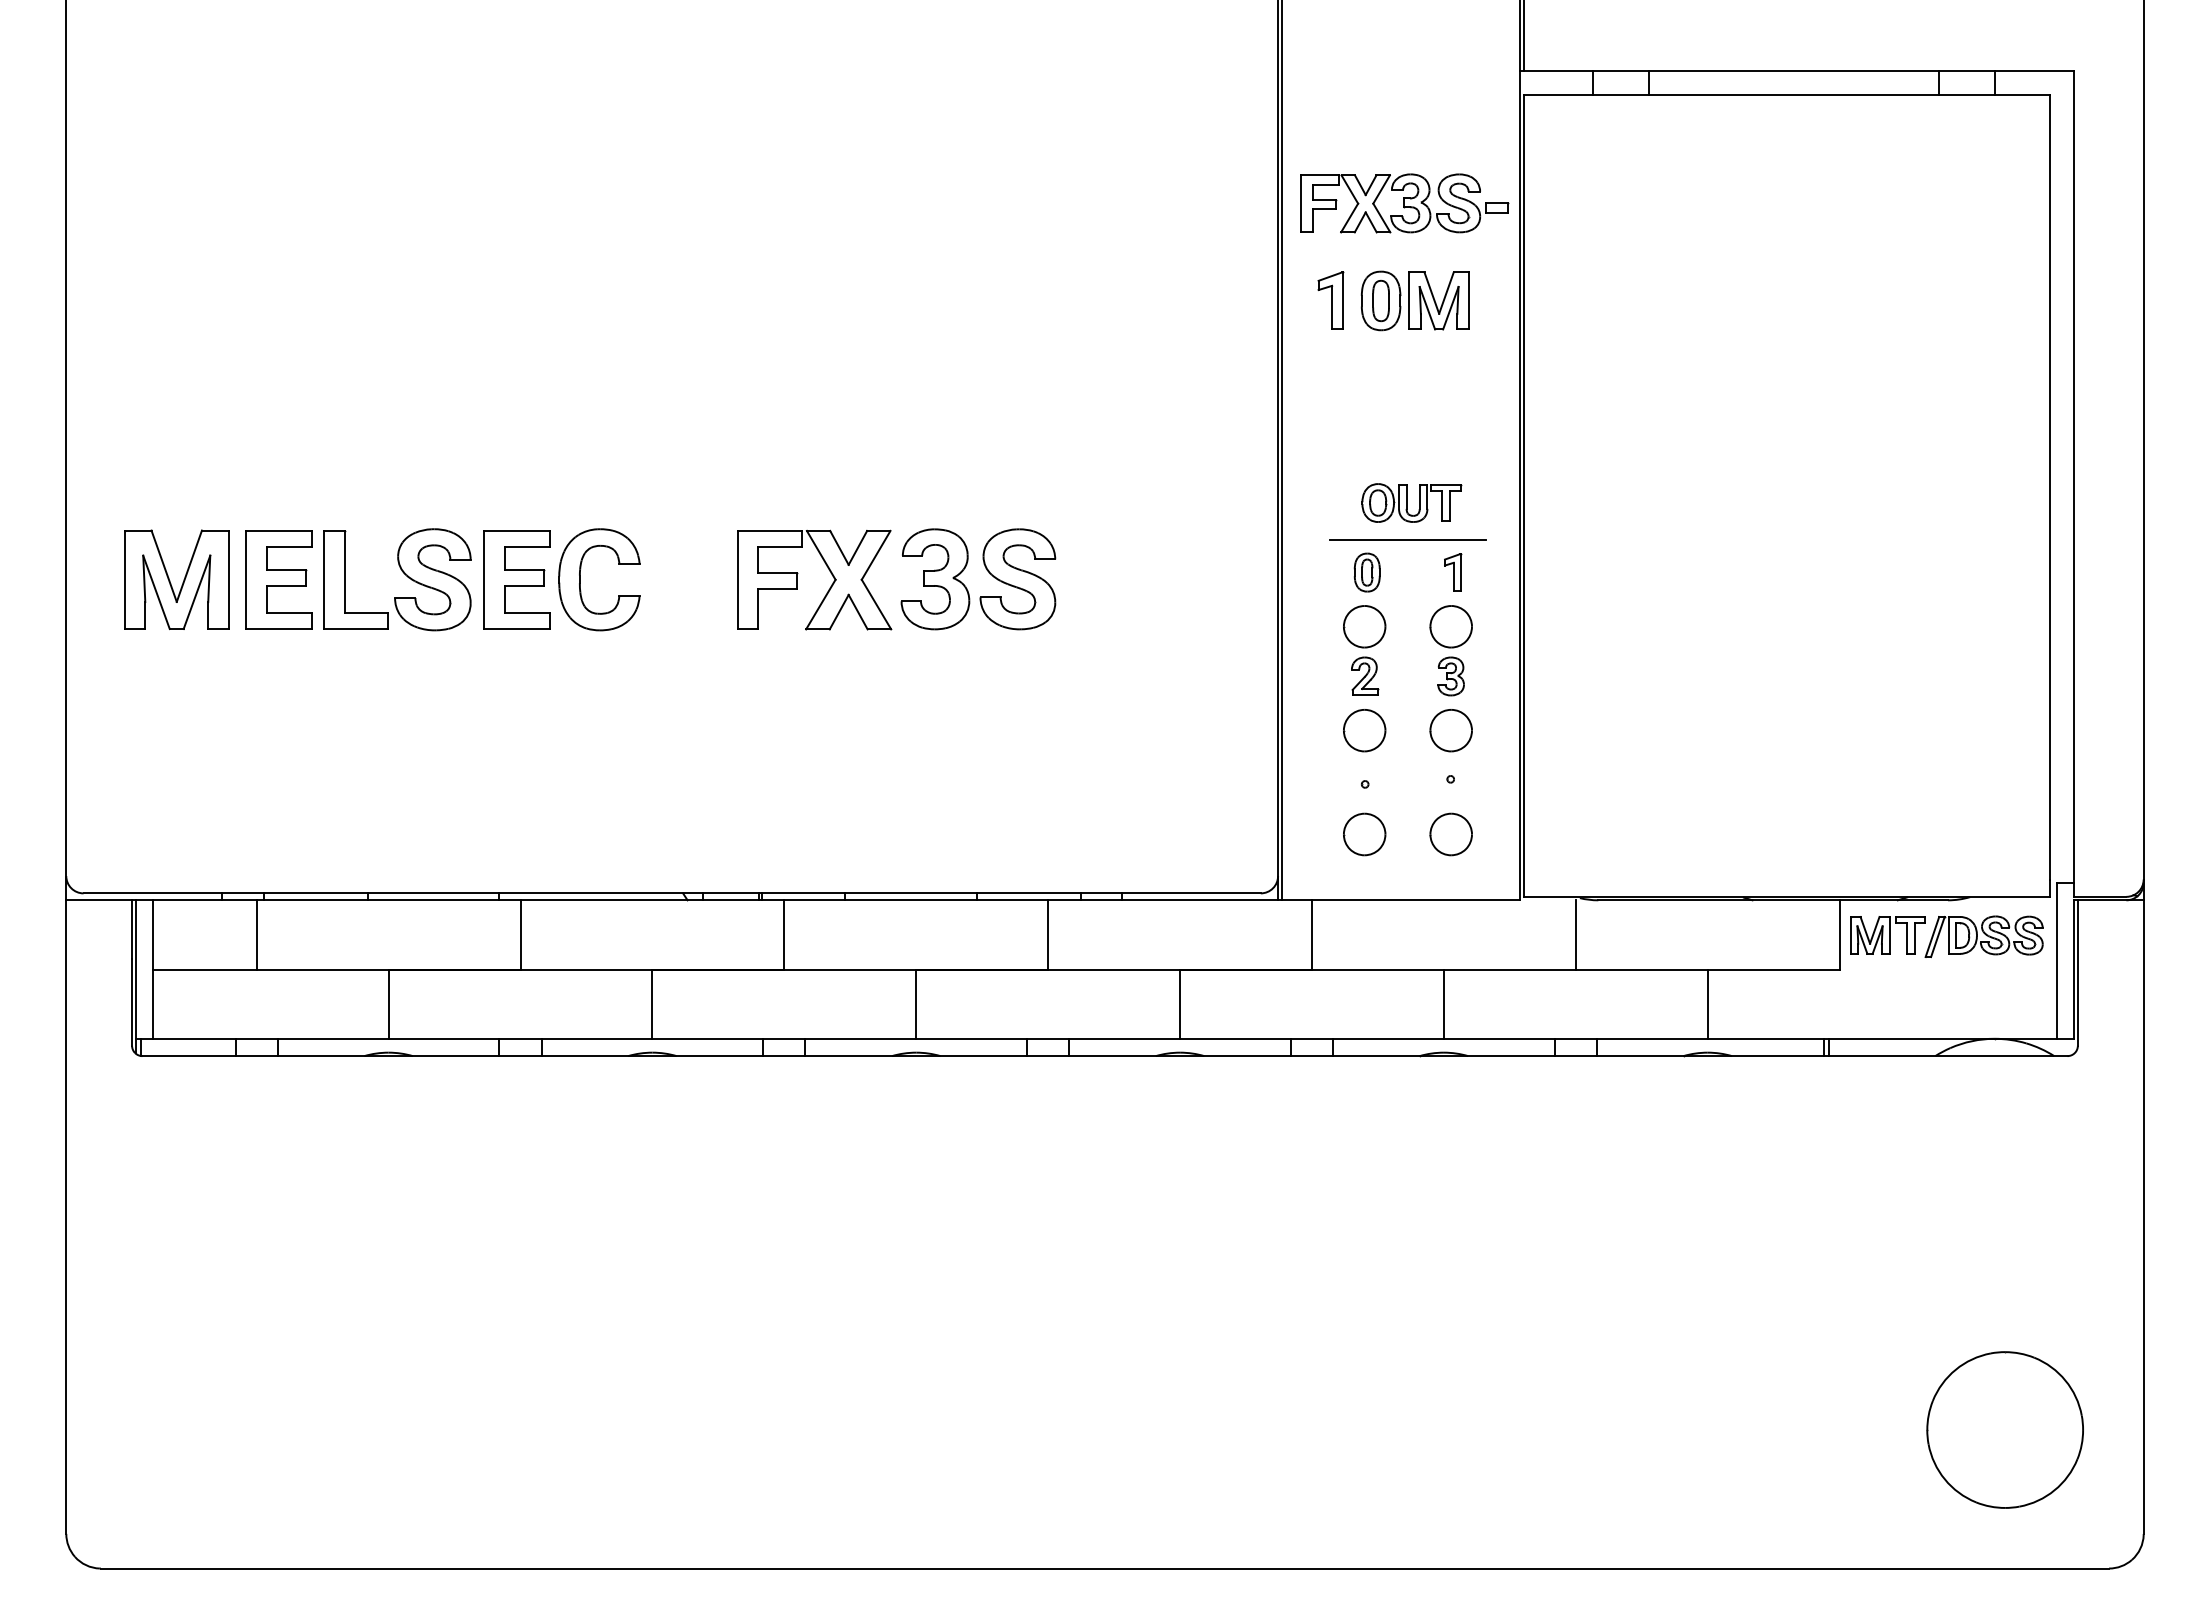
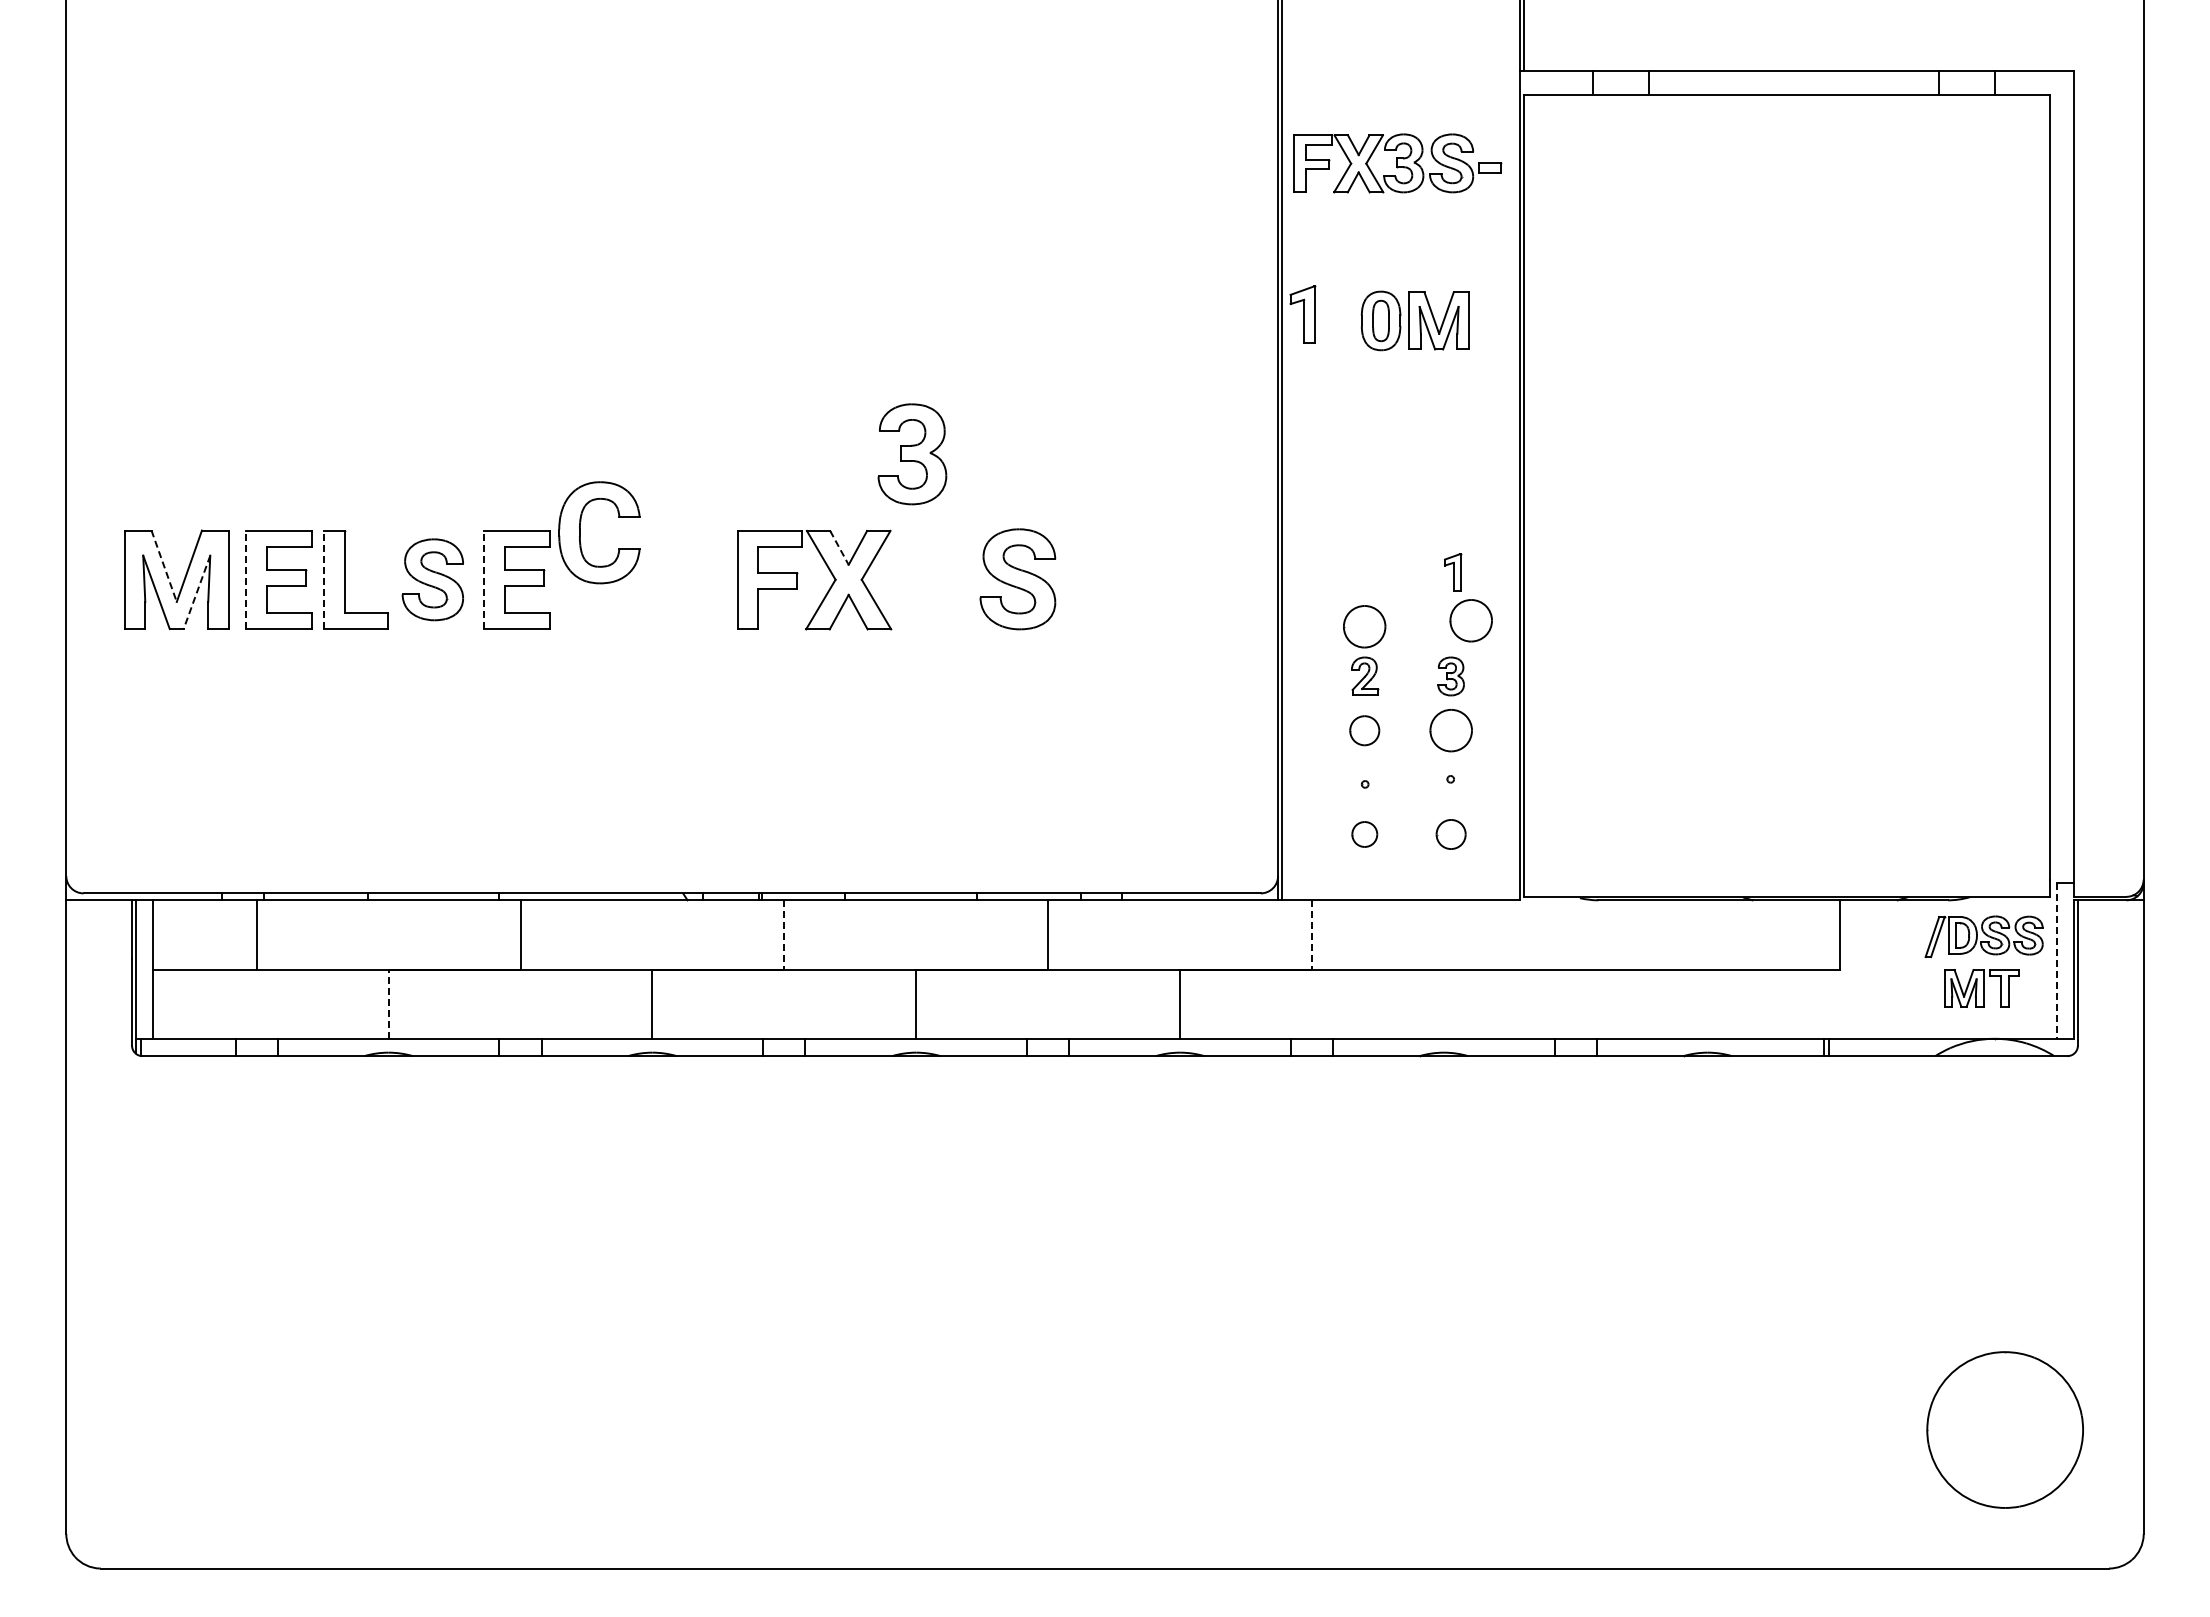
part at (1404, 203) position: (1404, 203) -> (1397, 163)
part at (1330, 300) position: (1330, 300) -> (1302, 314)
part at (1414, 300) position: (1414, 300) -> (1414, 320)
part at (1411, 502): present -> none
line at (1407, 540): present -> none
line at (839, 548): solid -> dashed
line at (164, 566): solid -> dashed
part at (1366, 572): present -> none
line at (246, 579): solid -> dashed
line at (324, 579): solid -> dashed
part at (432, 579) size: 78x104 px -> 63x84 px
line at (484, 579): solid -> dashed
part at (580, 579) position: (580, 579) -> (580, 532)
part at (935, 579) position: (935, 579) -> (912, 454)
line at (196, 592): solid -> dashed
part at (1450, 626) position: (1450, 626) -> (1470, 620)
part at (1364, 730) size: 44x44 px -> 32x32 px
part at (1364, 834) size: 44x45 px -> 28x27 px
part at (1450, 834) size: 44x45 px -> 32x31 px
line at (784, 934): solid -> dashed
line at (1312, 934): solid -> dashed
line at (1575, 934): present -> none
part at (1887, 935) position: (1887, 935) -> (1981, 988)
line at (2057, 960): solid -> dashed
line at (1443, 1003): present -> none
line at (1707, 1003): present -> none
line at (388, 1004): solid -> dashed
